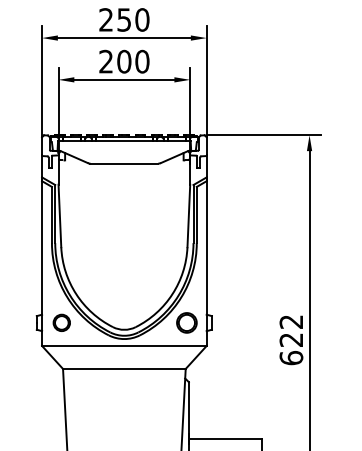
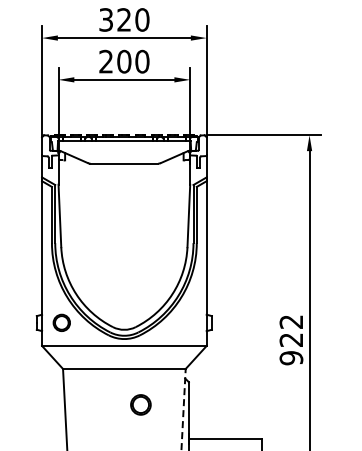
text at (114, 19): 250 -> 320
circle at (186, 322) position: (186, 322) -> (140, 404)
text at (291, 358): 622 -> 922
line at (183, 409): solid -> dashed
